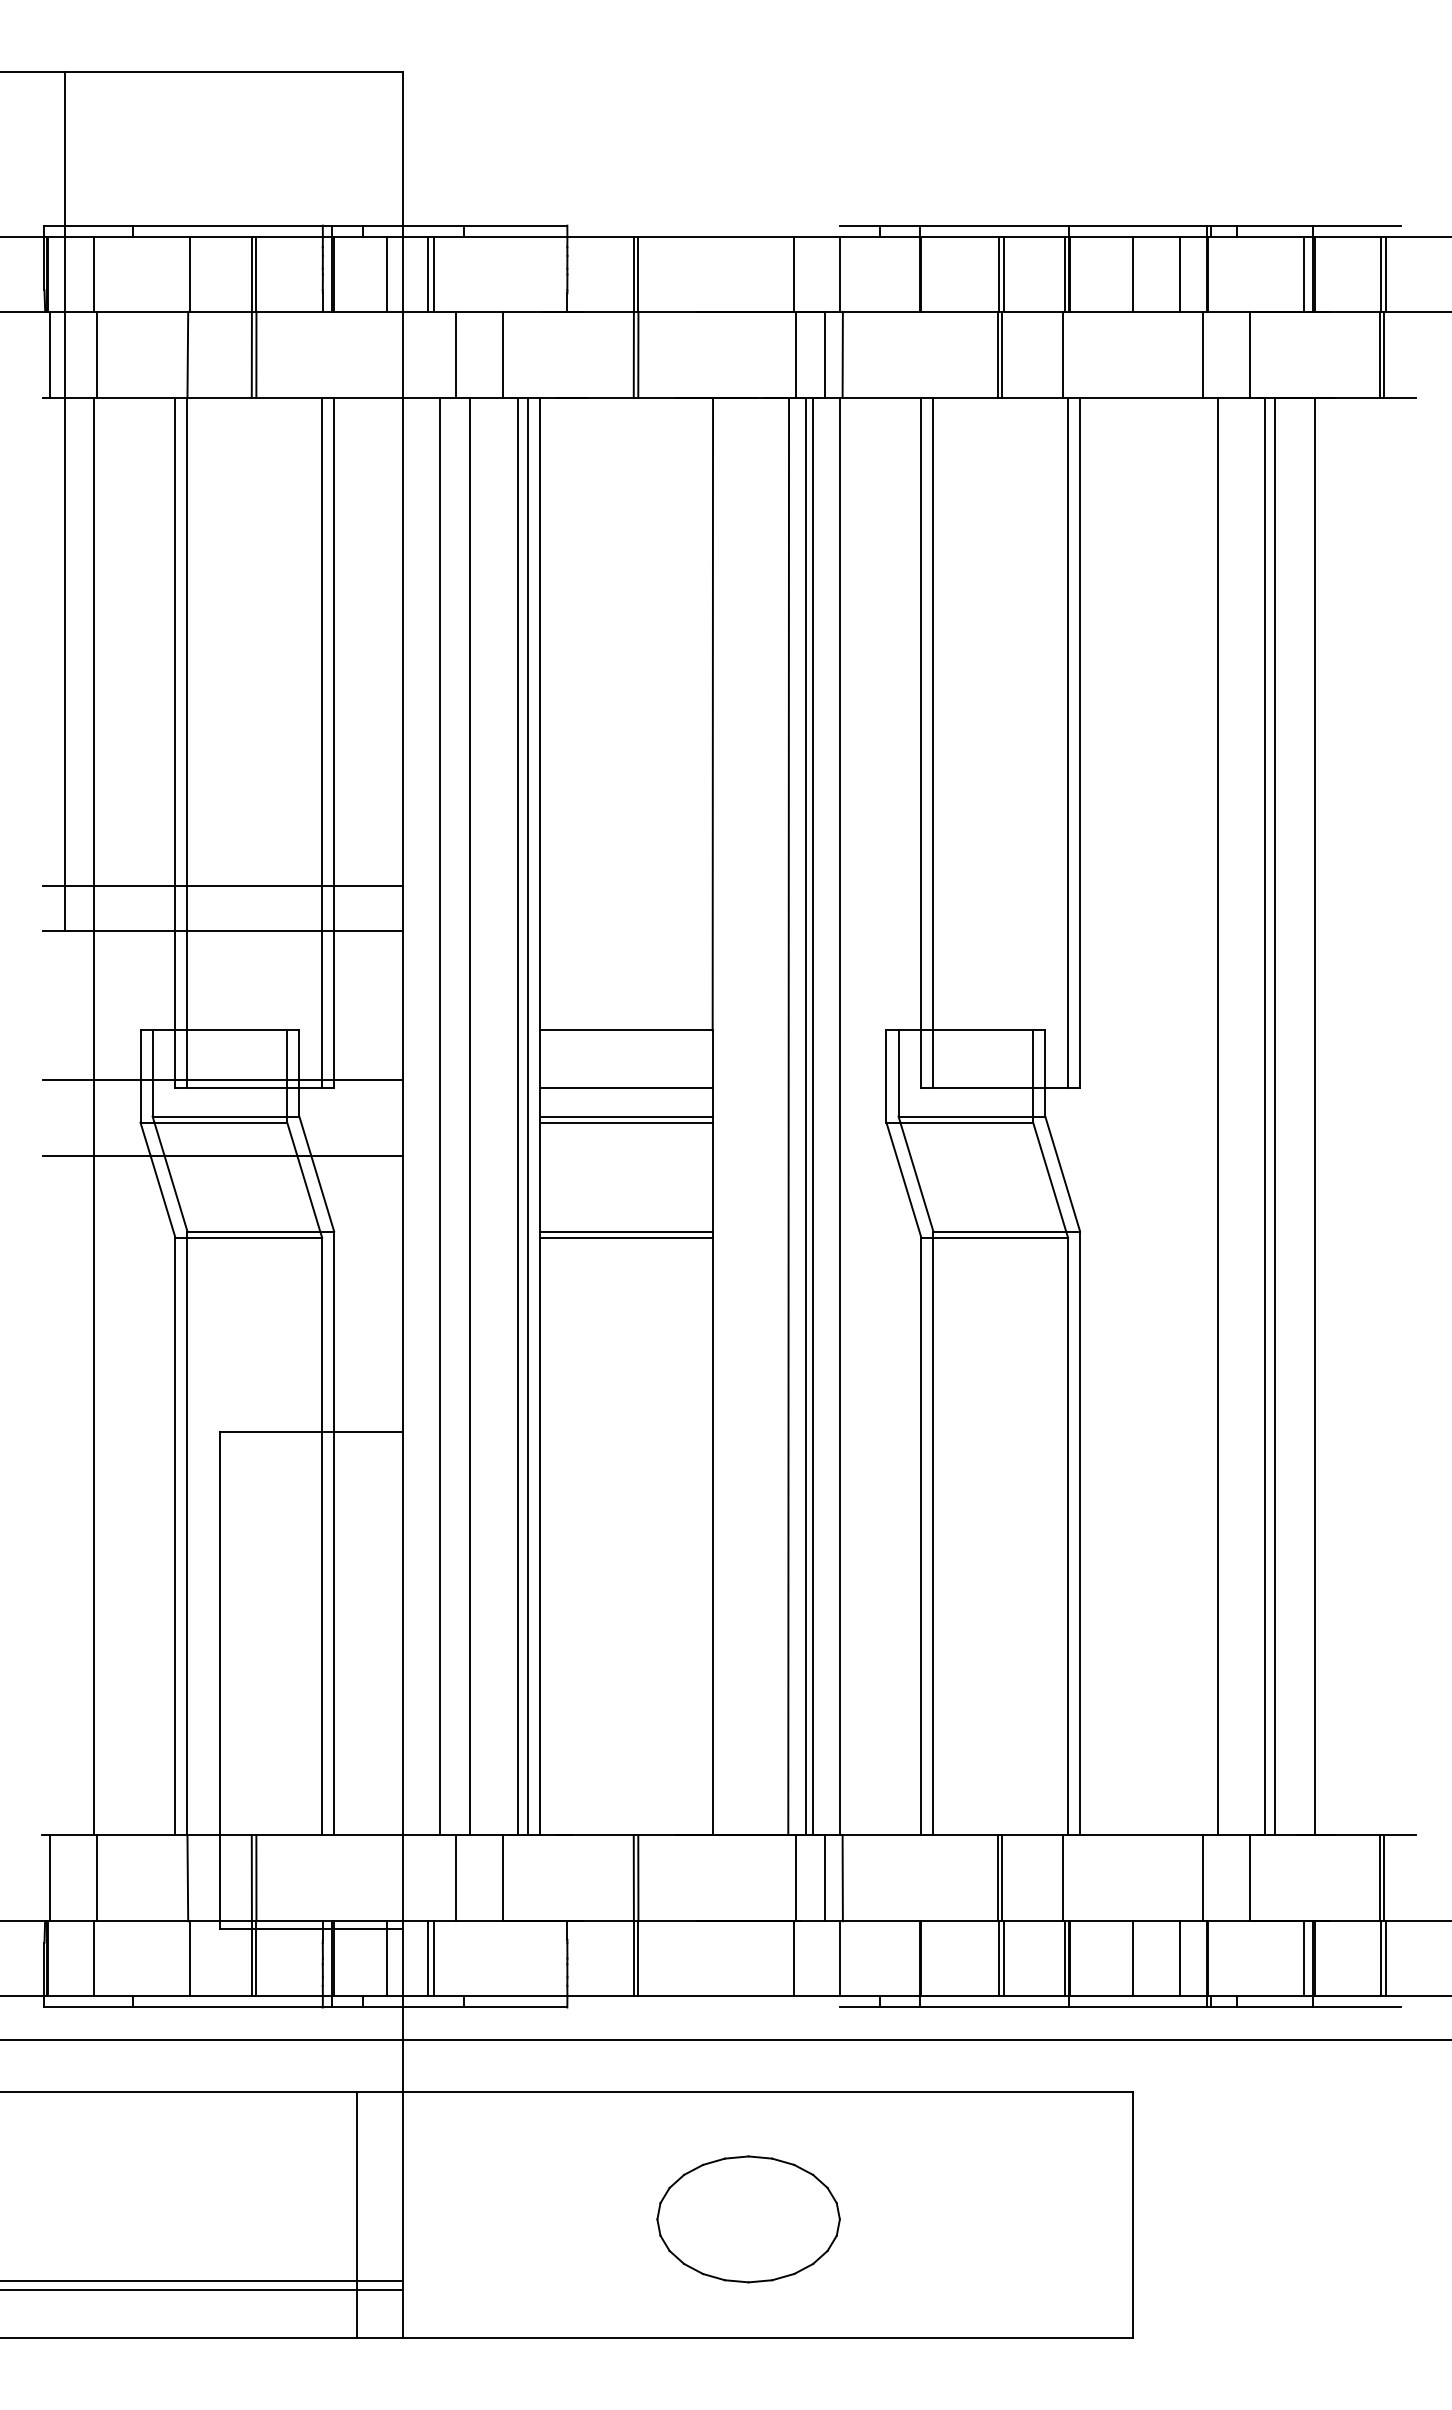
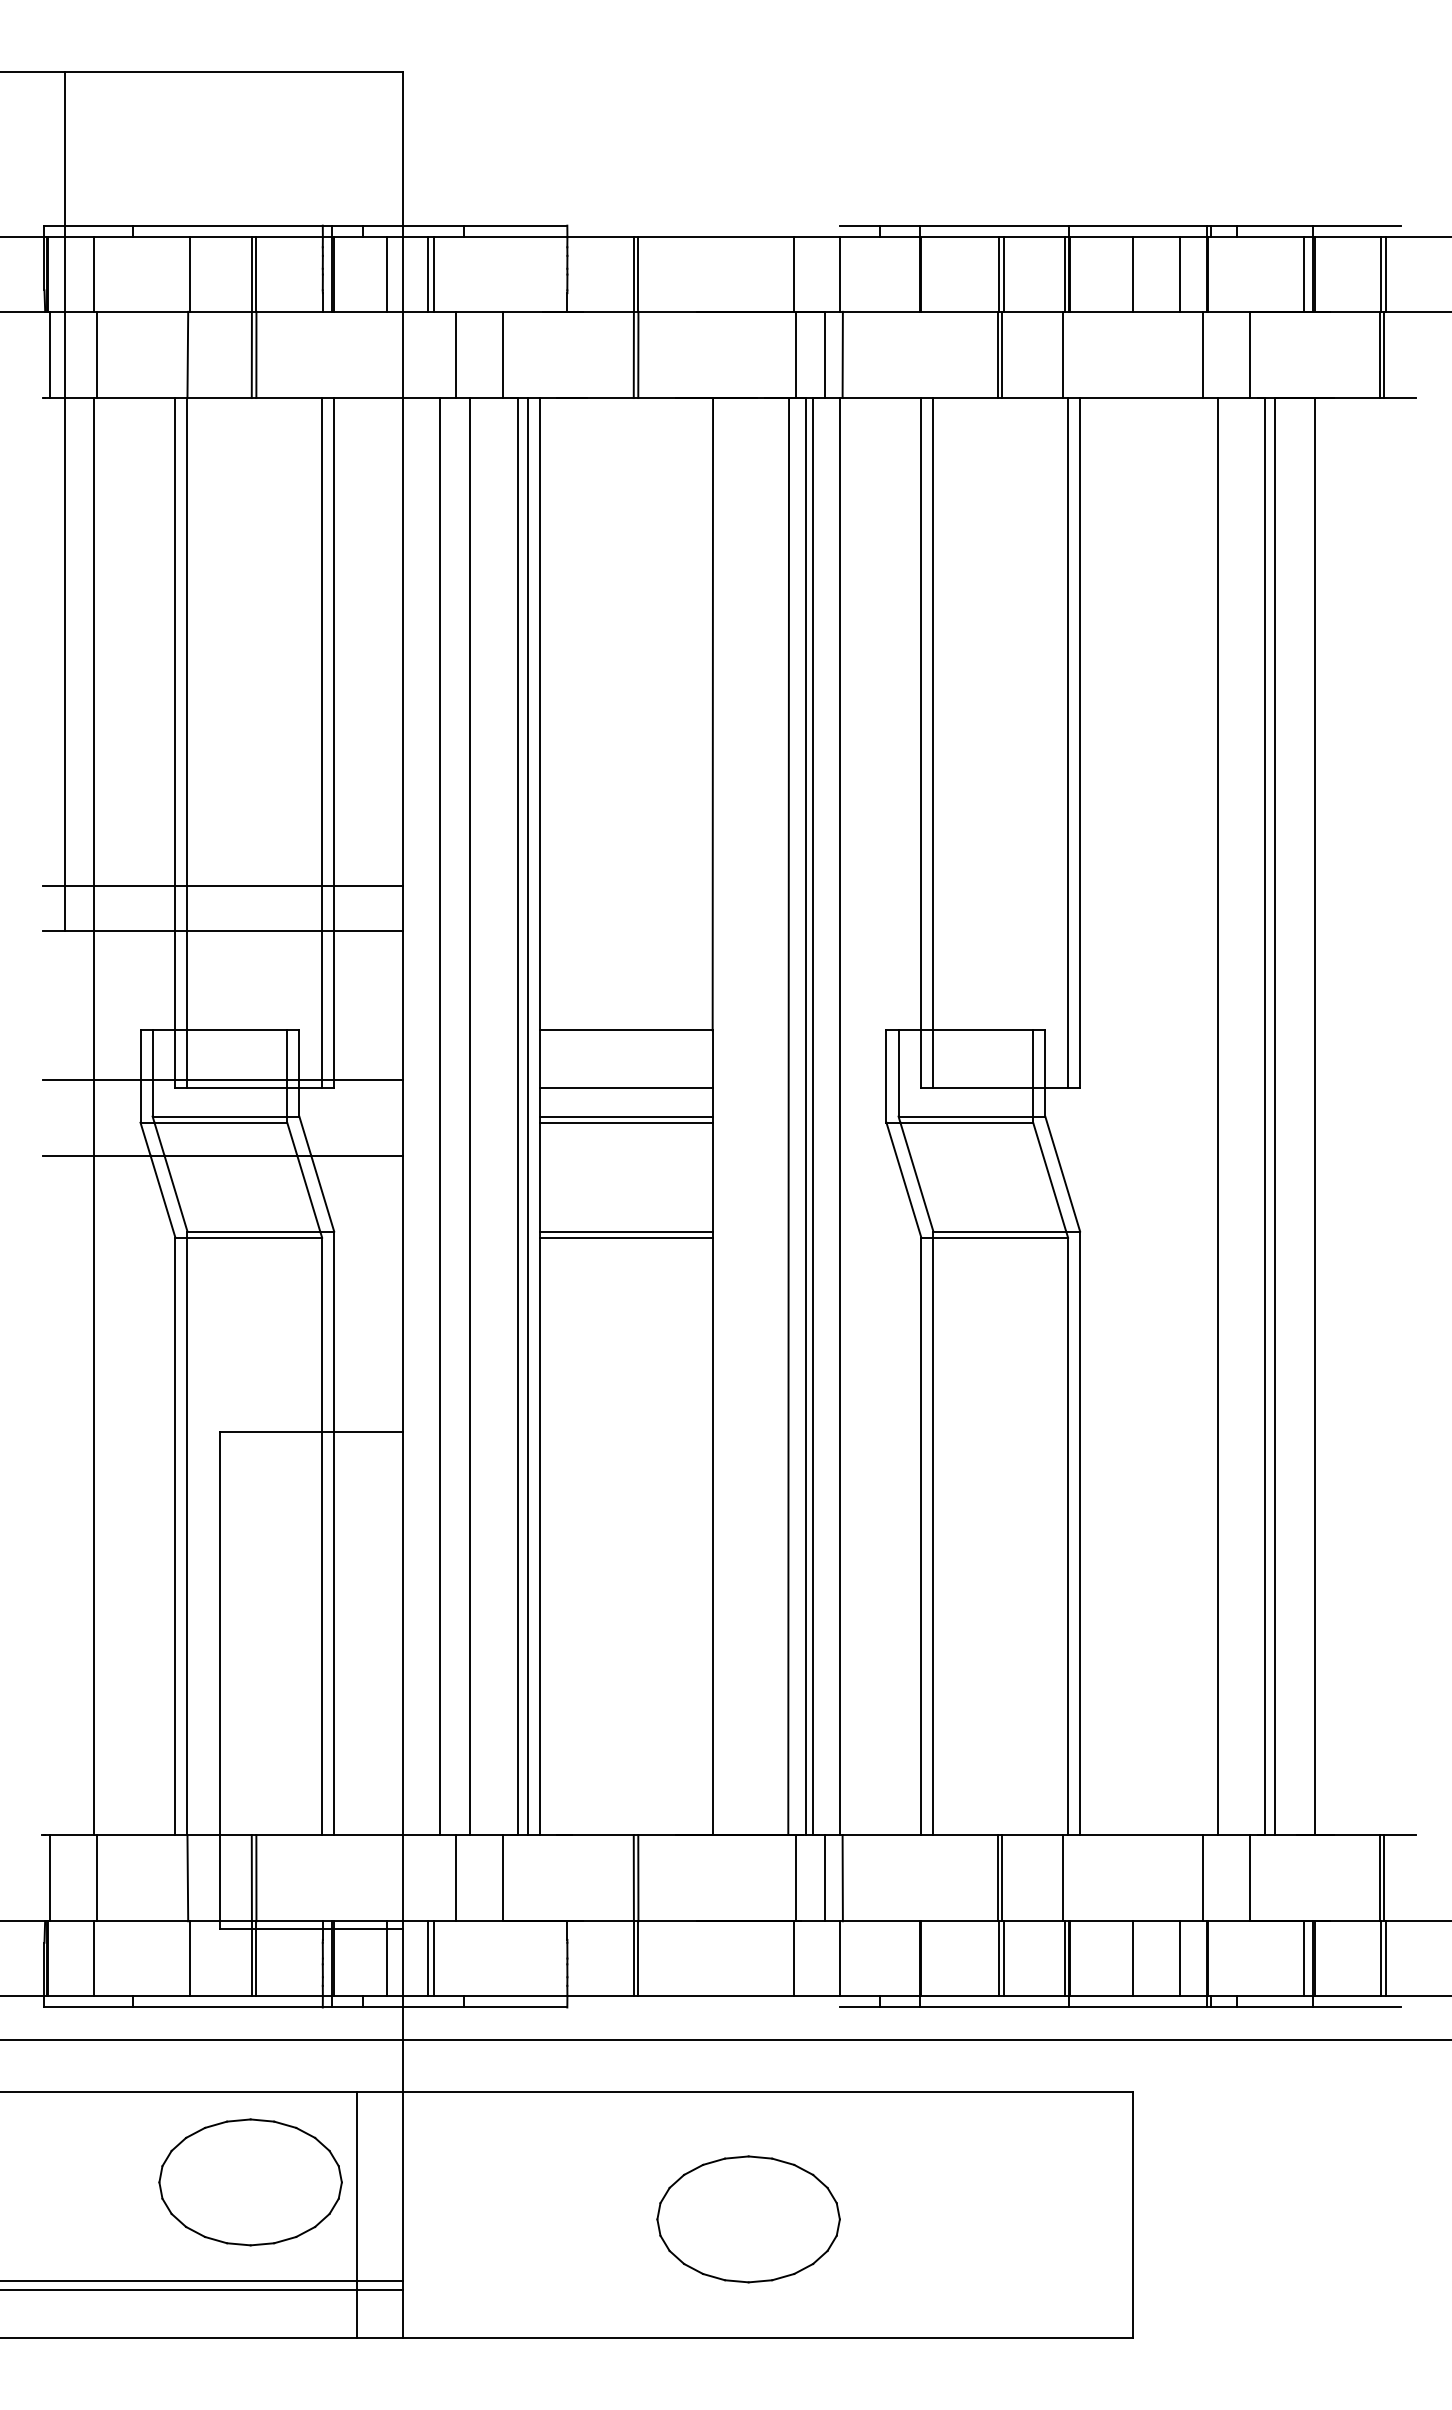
part at (250, 2182): none -> present
